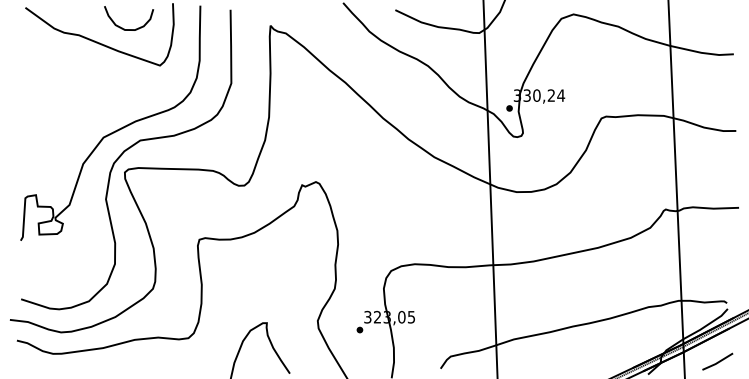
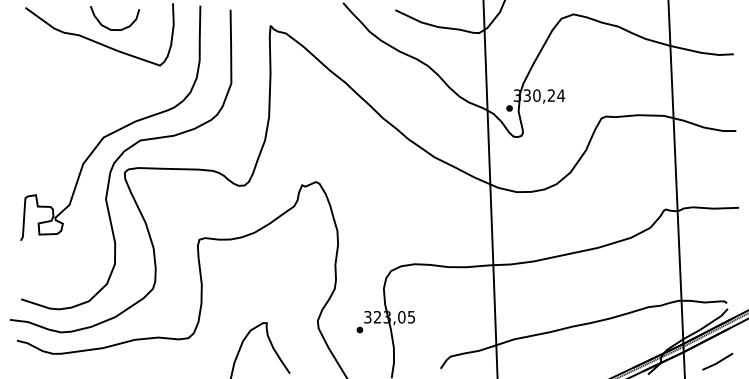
part at (129, 29) position: (129, 29) -> (115, 29)
